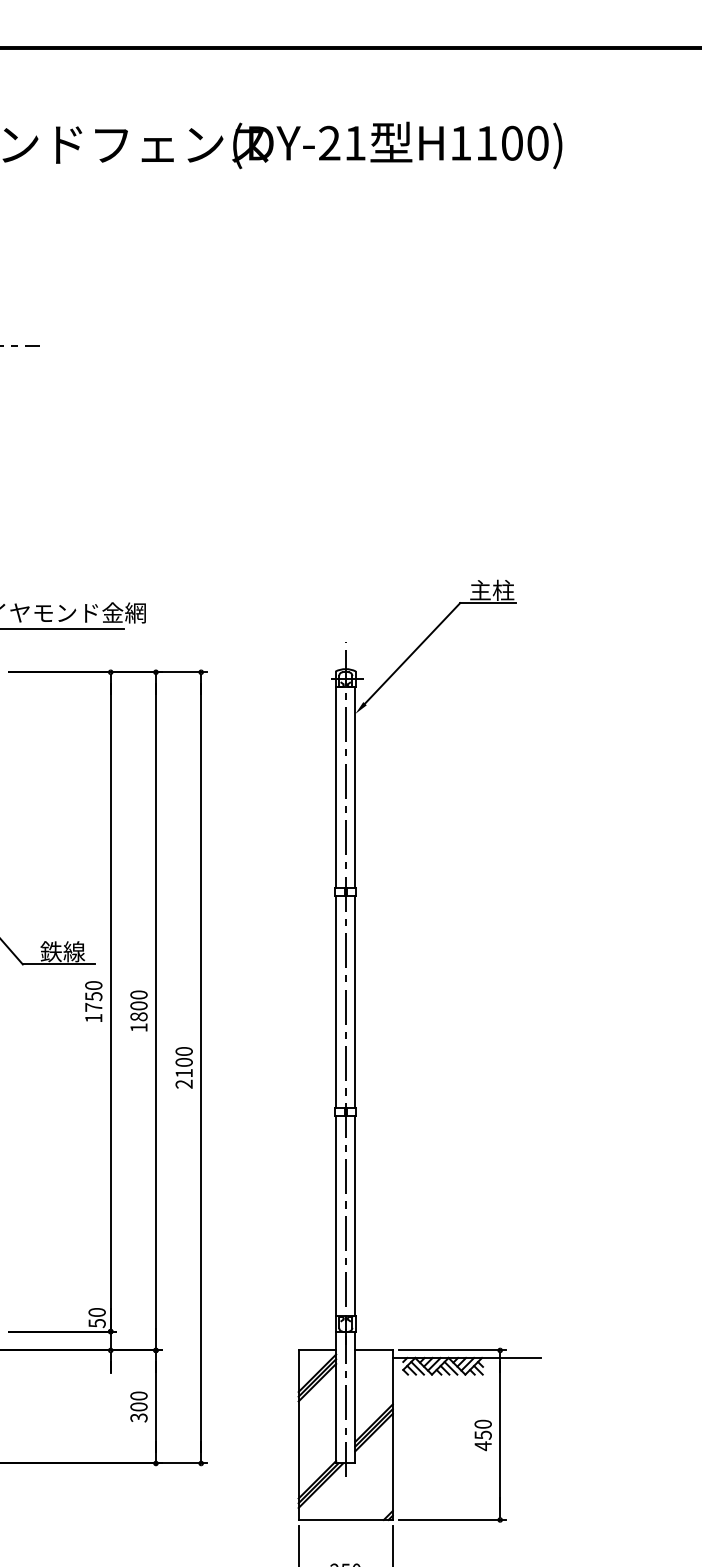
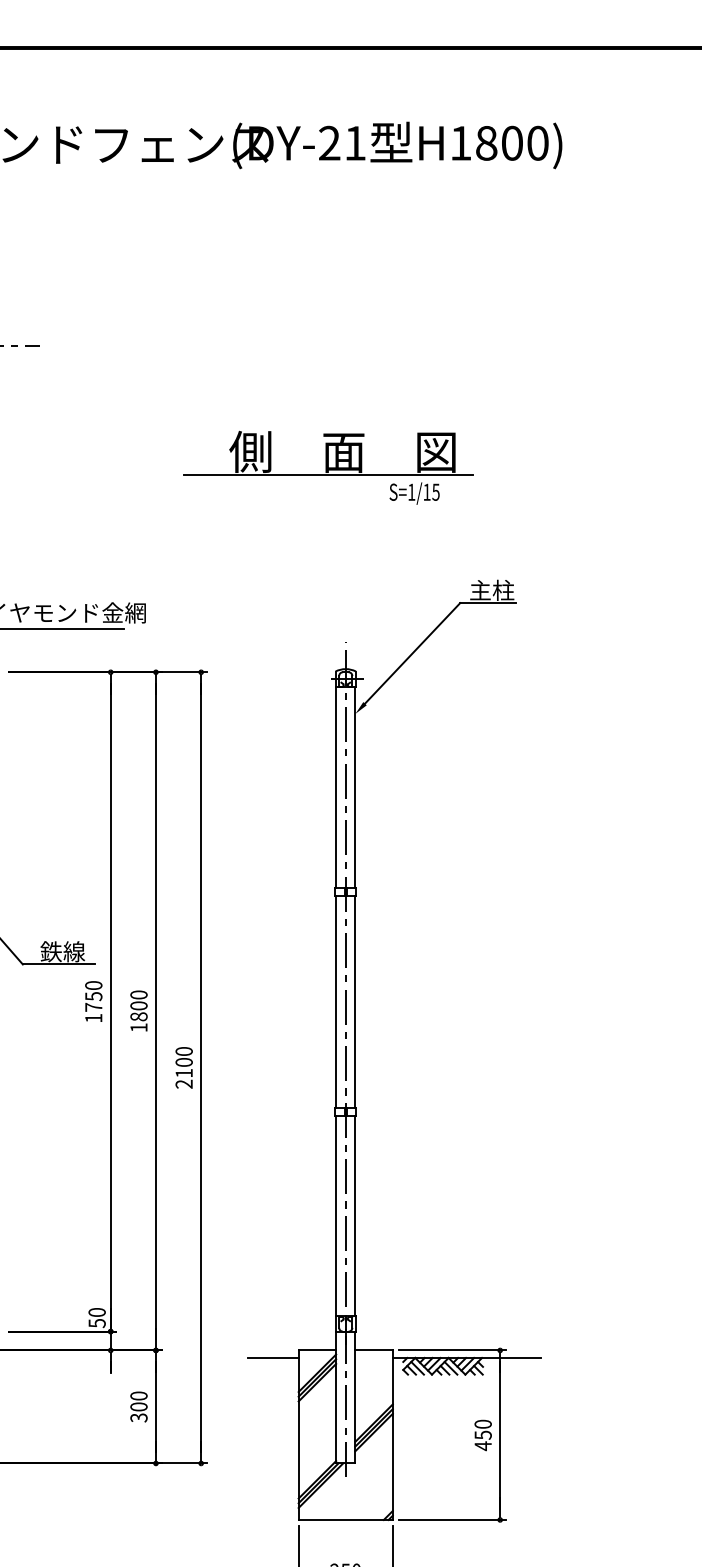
text at (486, 143): H1100) -> H1800)
part at (328, 467): none -> present
line at (272, 1357): none -> present
